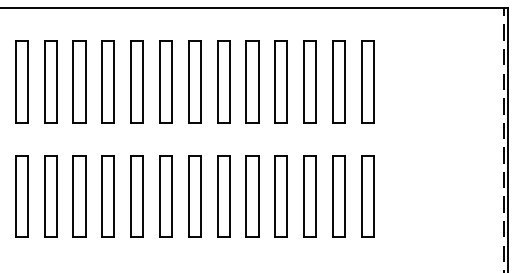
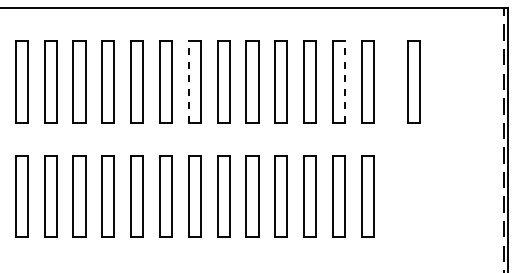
line at (188, 81): solid -> dashed
line at (345, 81): solid -> dashed
part at (413, 81): none -> present
